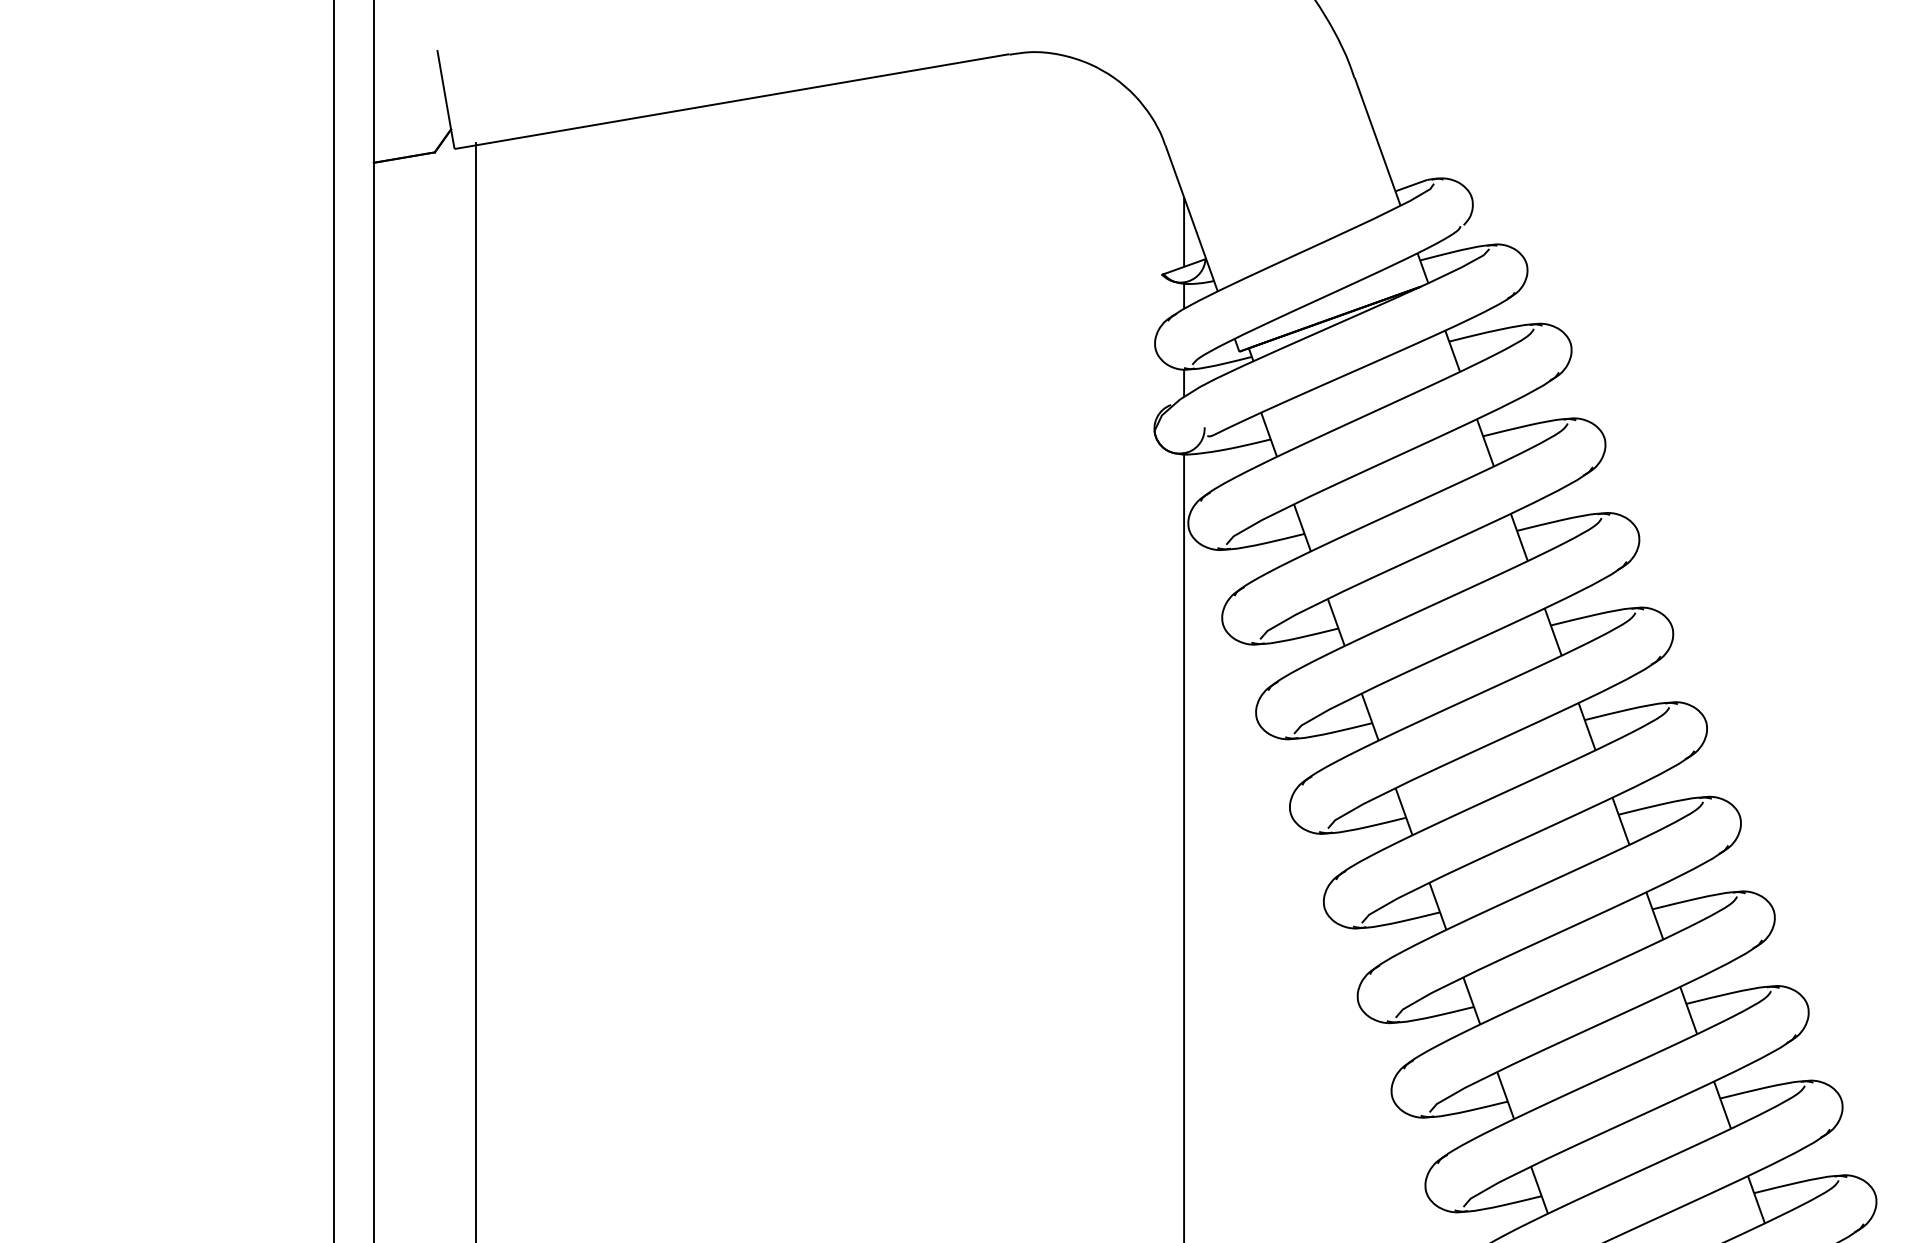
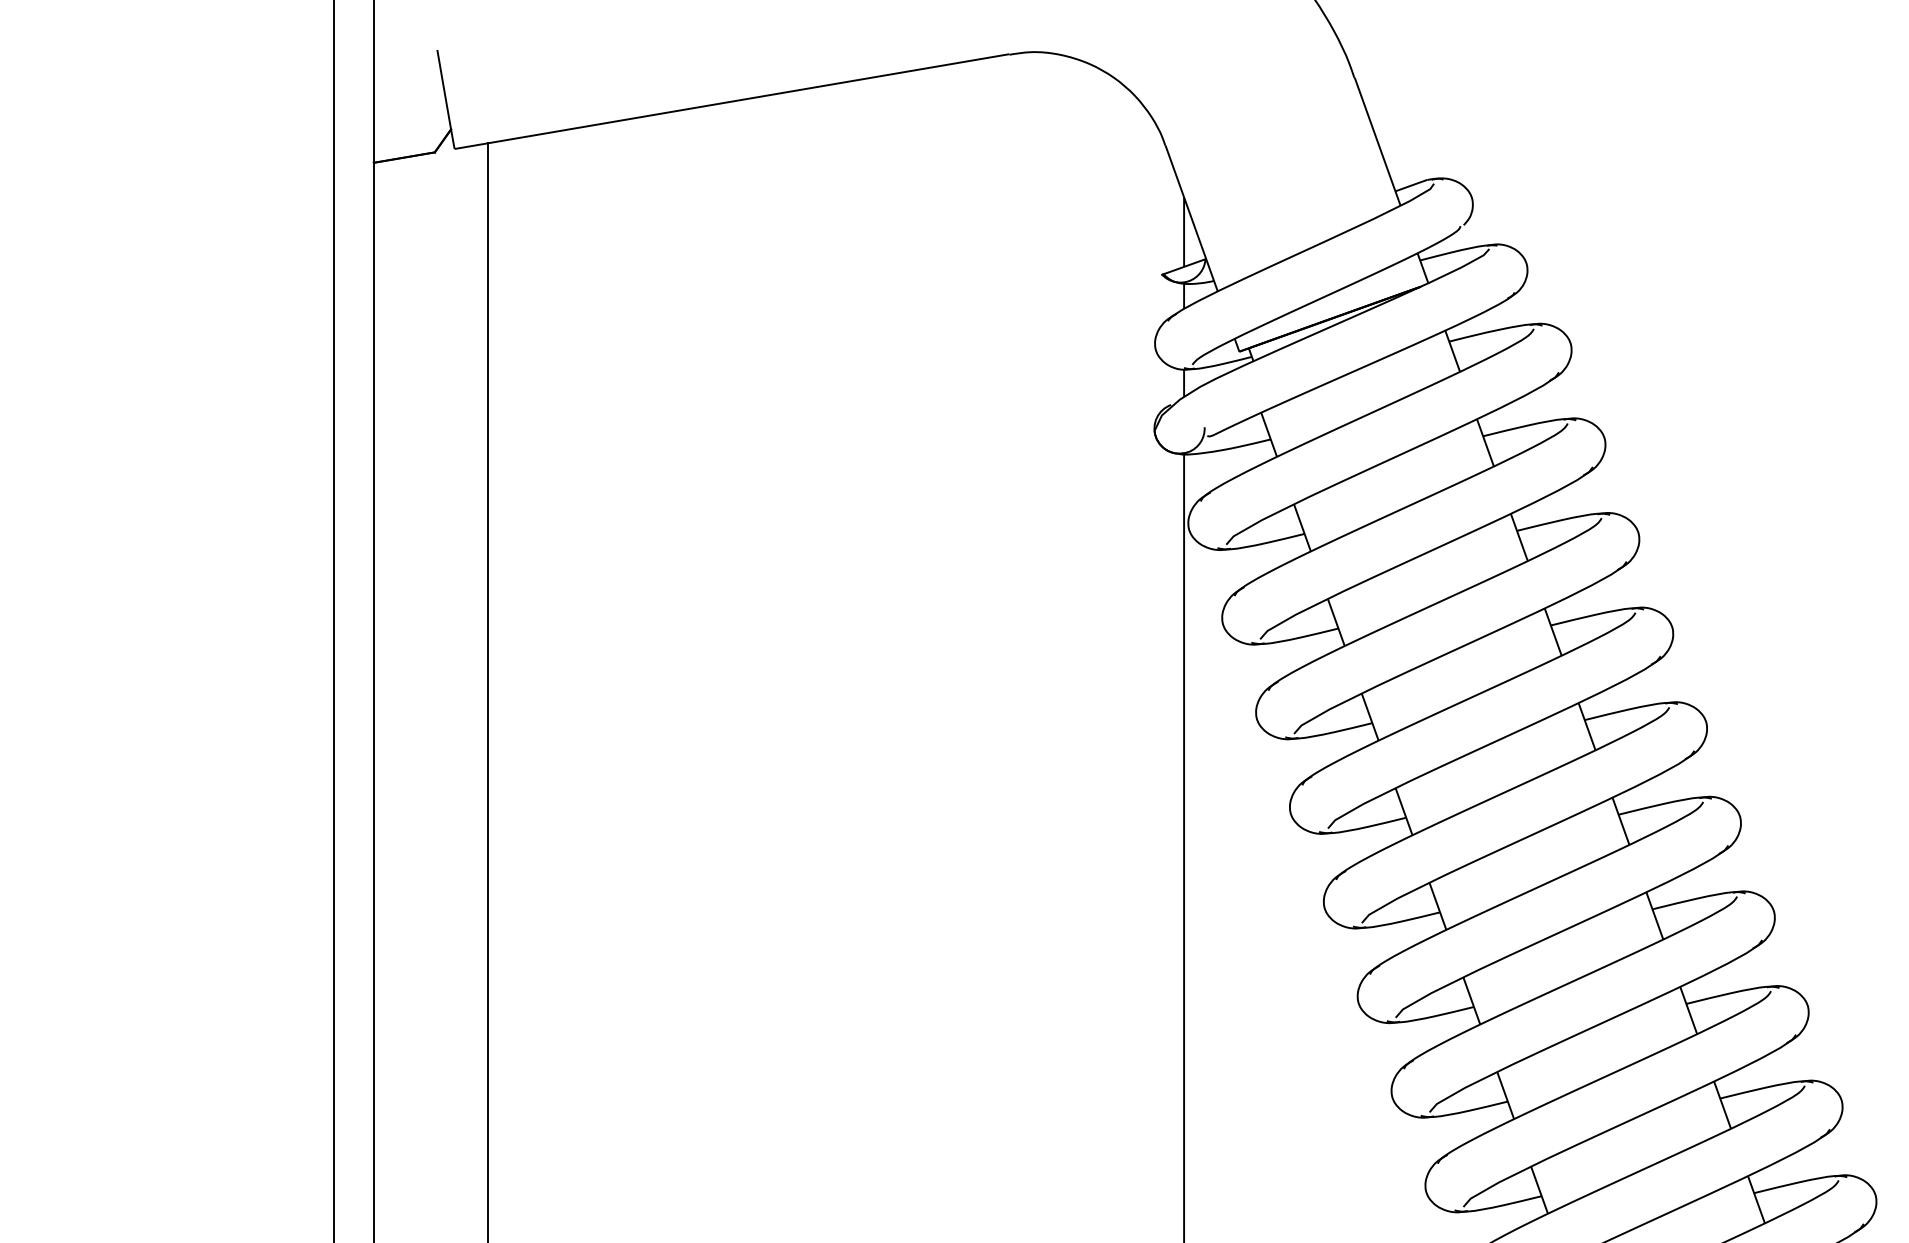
line at (476, 691) position: (476, 691) -> (488, 691)
